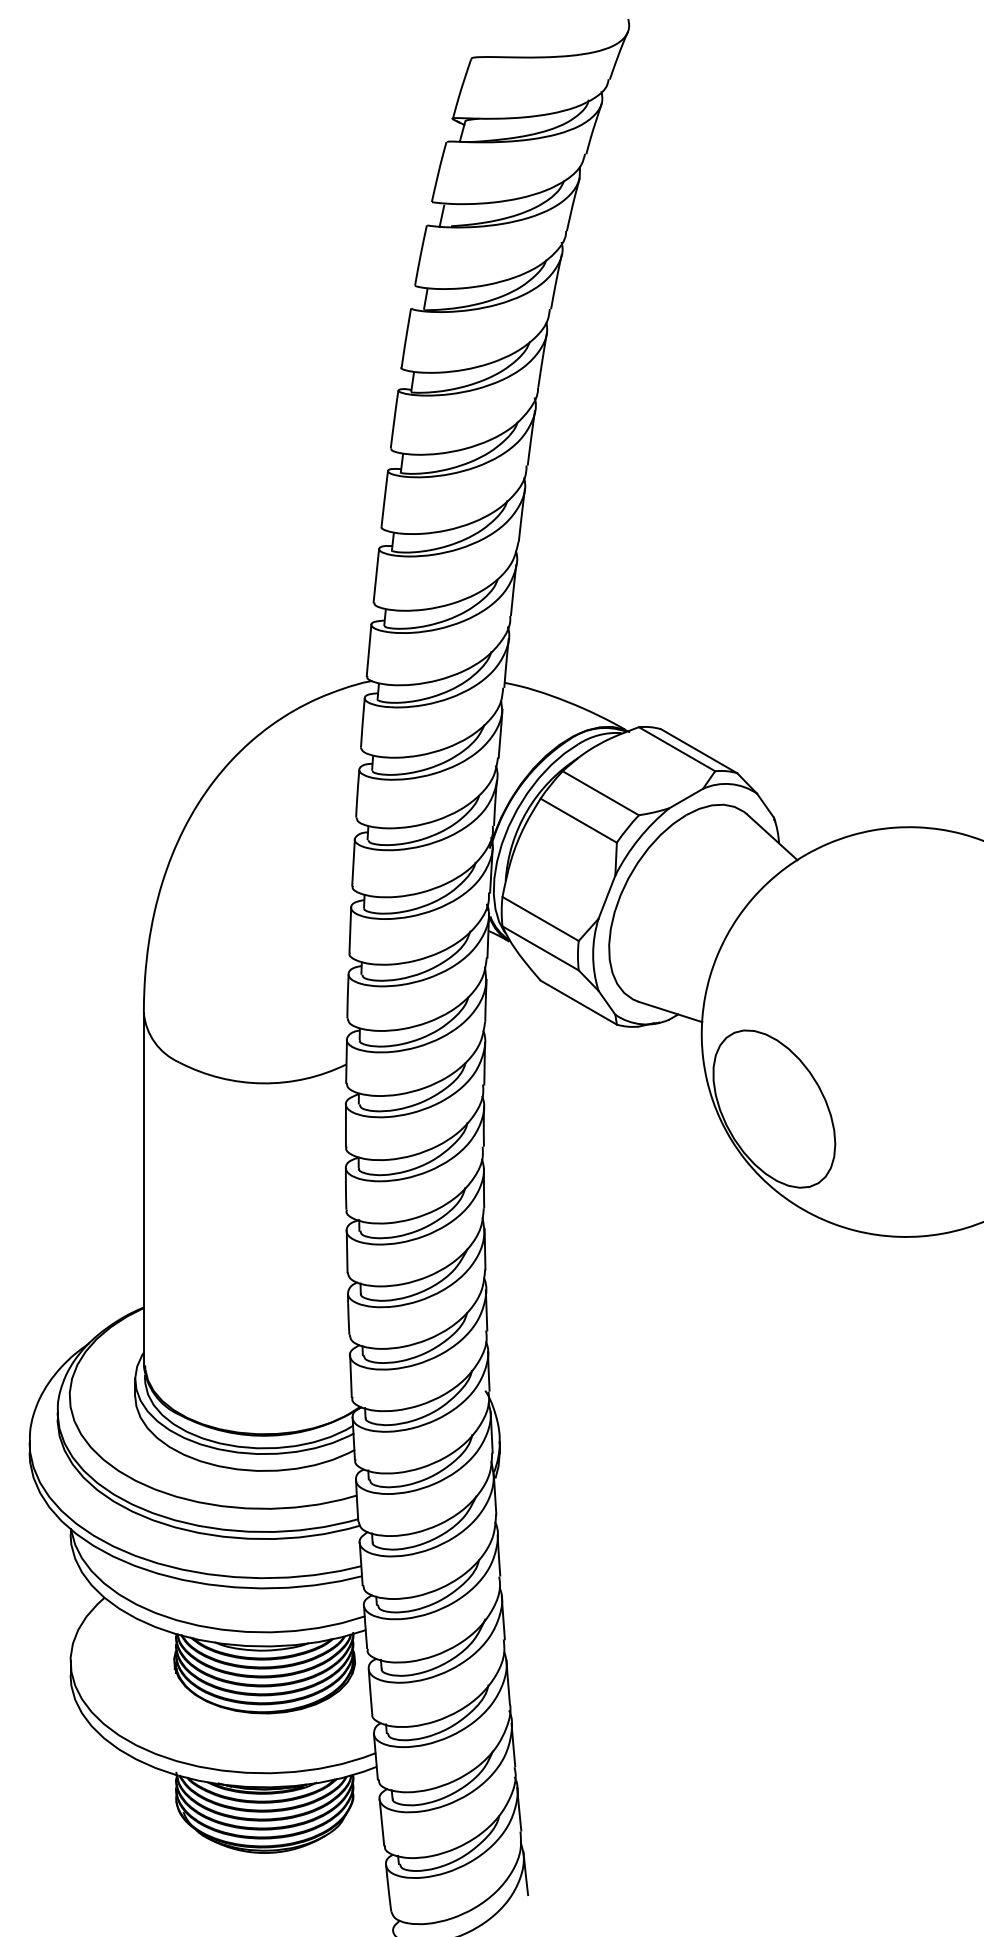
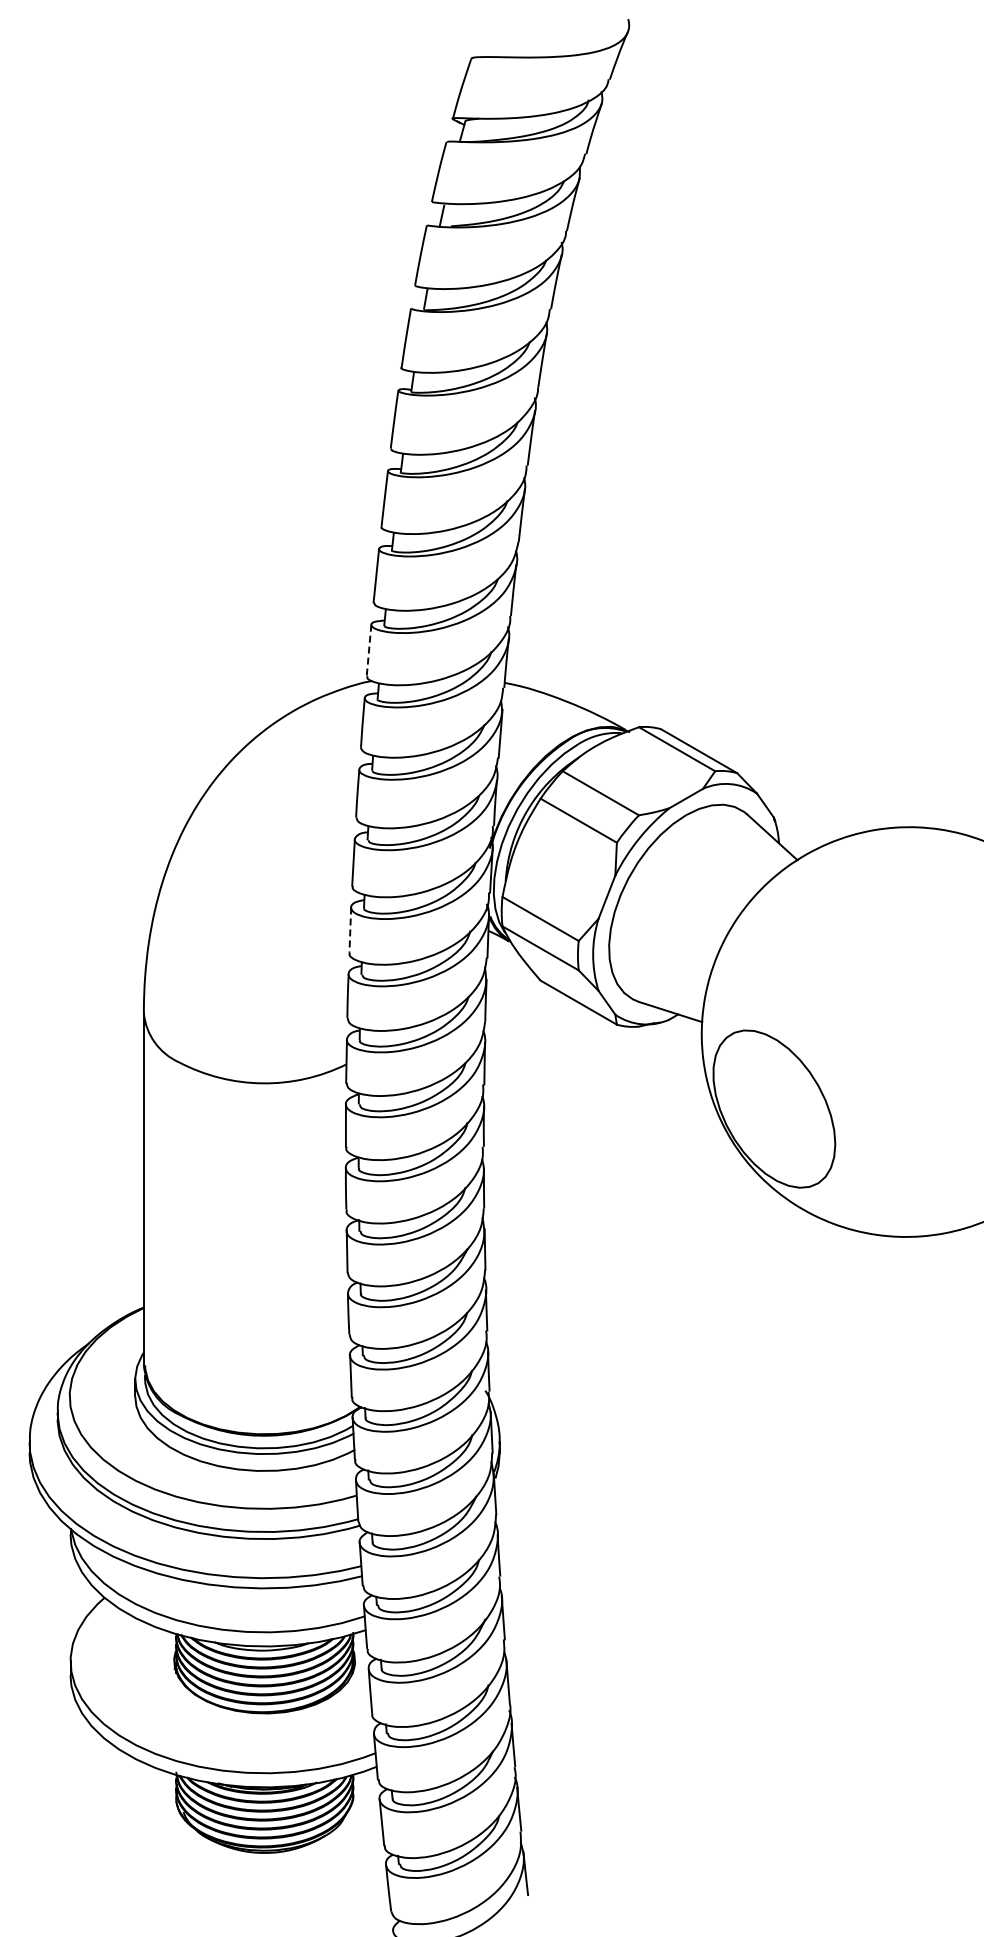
line at (369, 650): solid -> dashed
line at (350, 930): solid -> dashed
